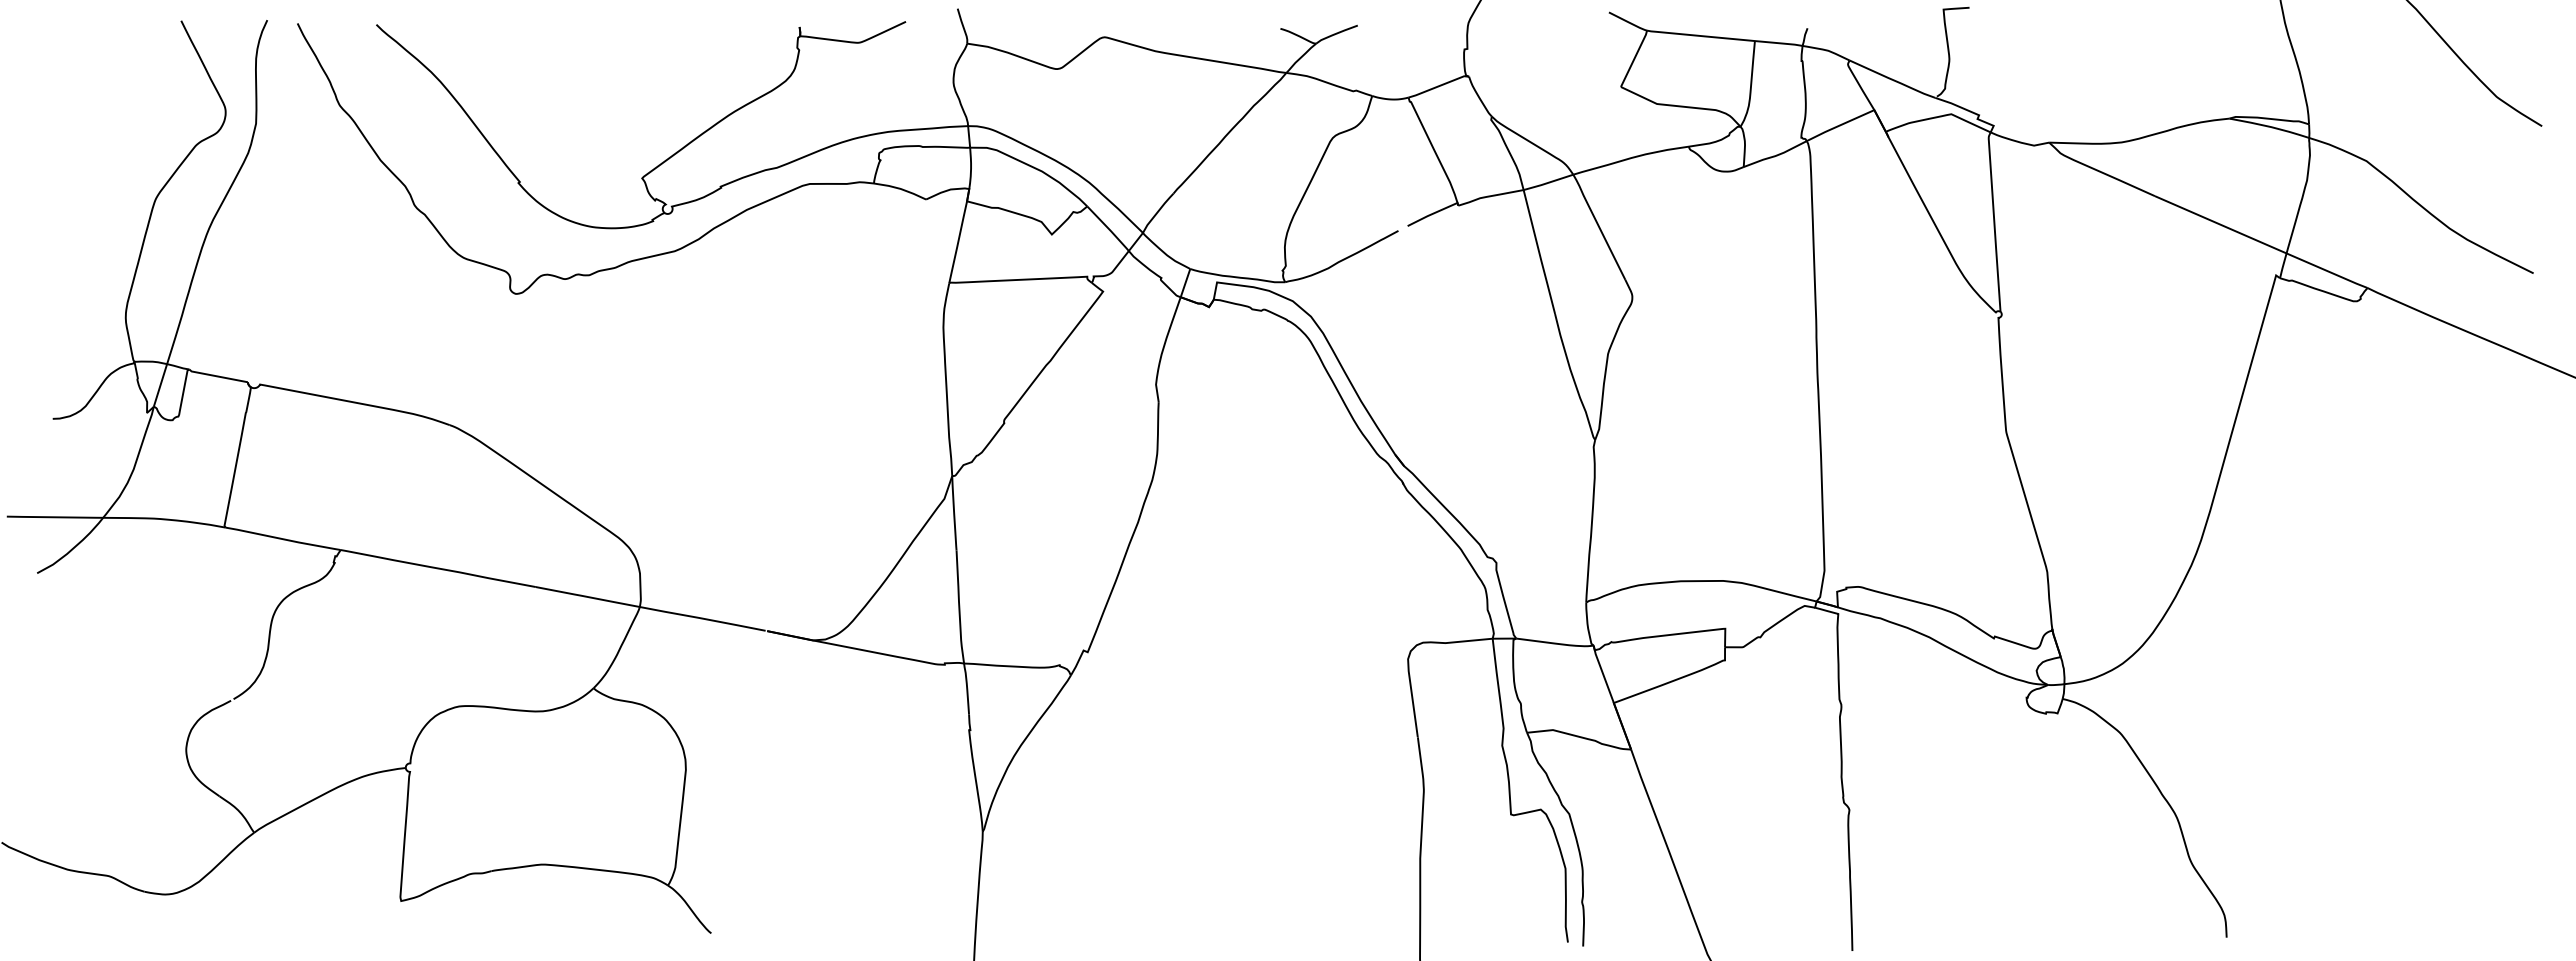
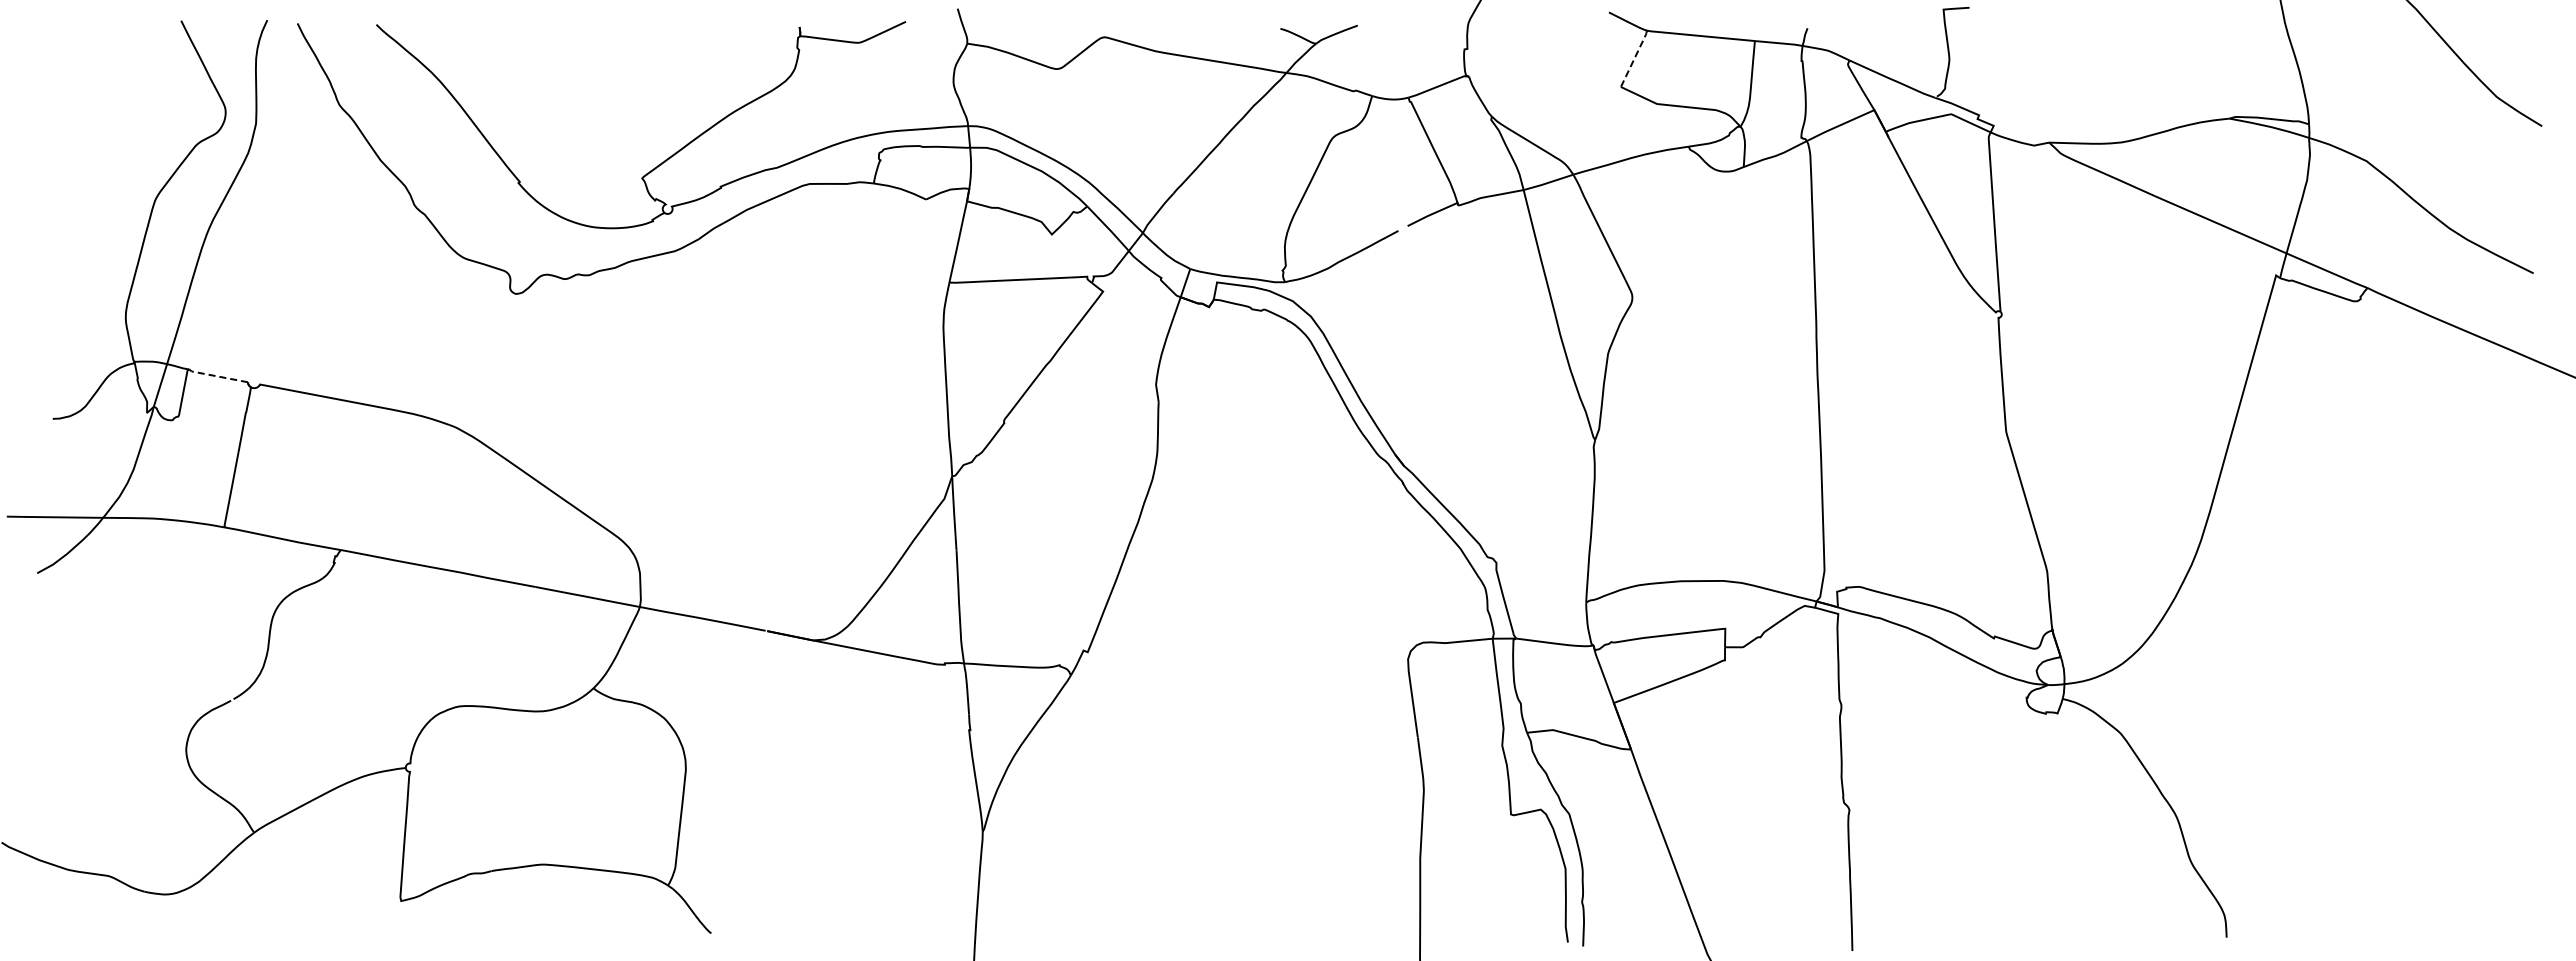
line at (1635, 57): solid -> dashed
line at (216, 376): solid -> dashed
